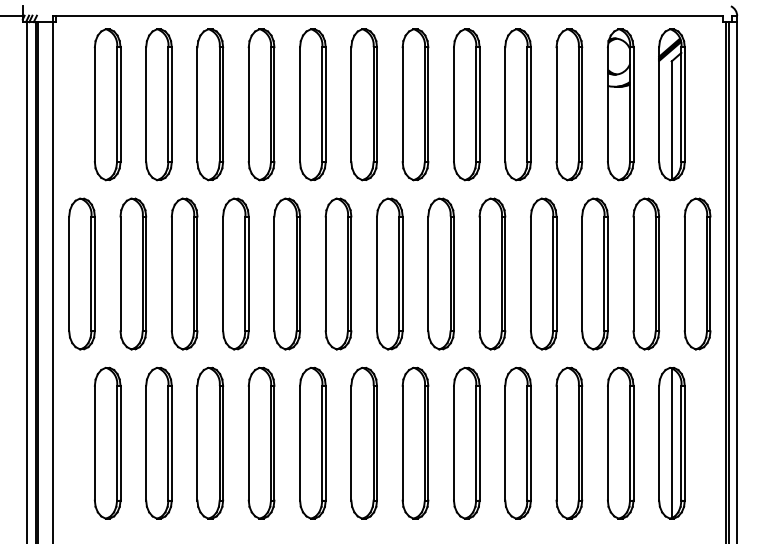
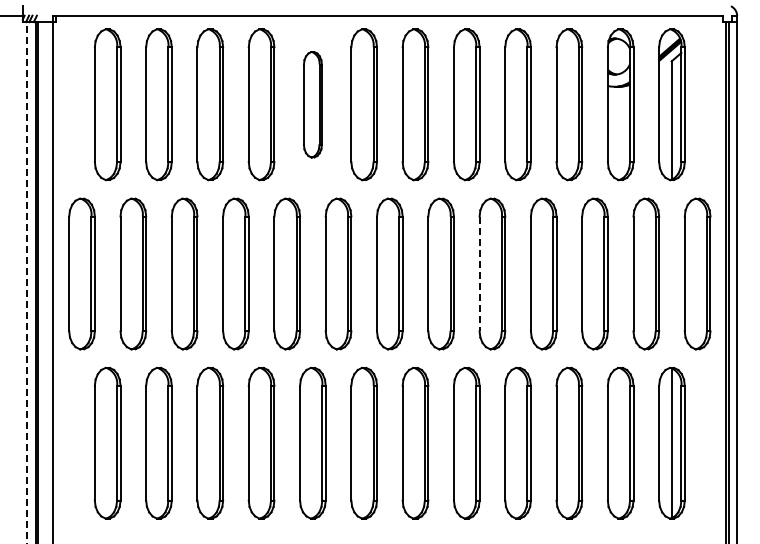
part at (312, 104) size: 28x154 px -> 20x108 px
line at (479, 274): solid -> dashed
line at (27, 283): solid -> dashed
